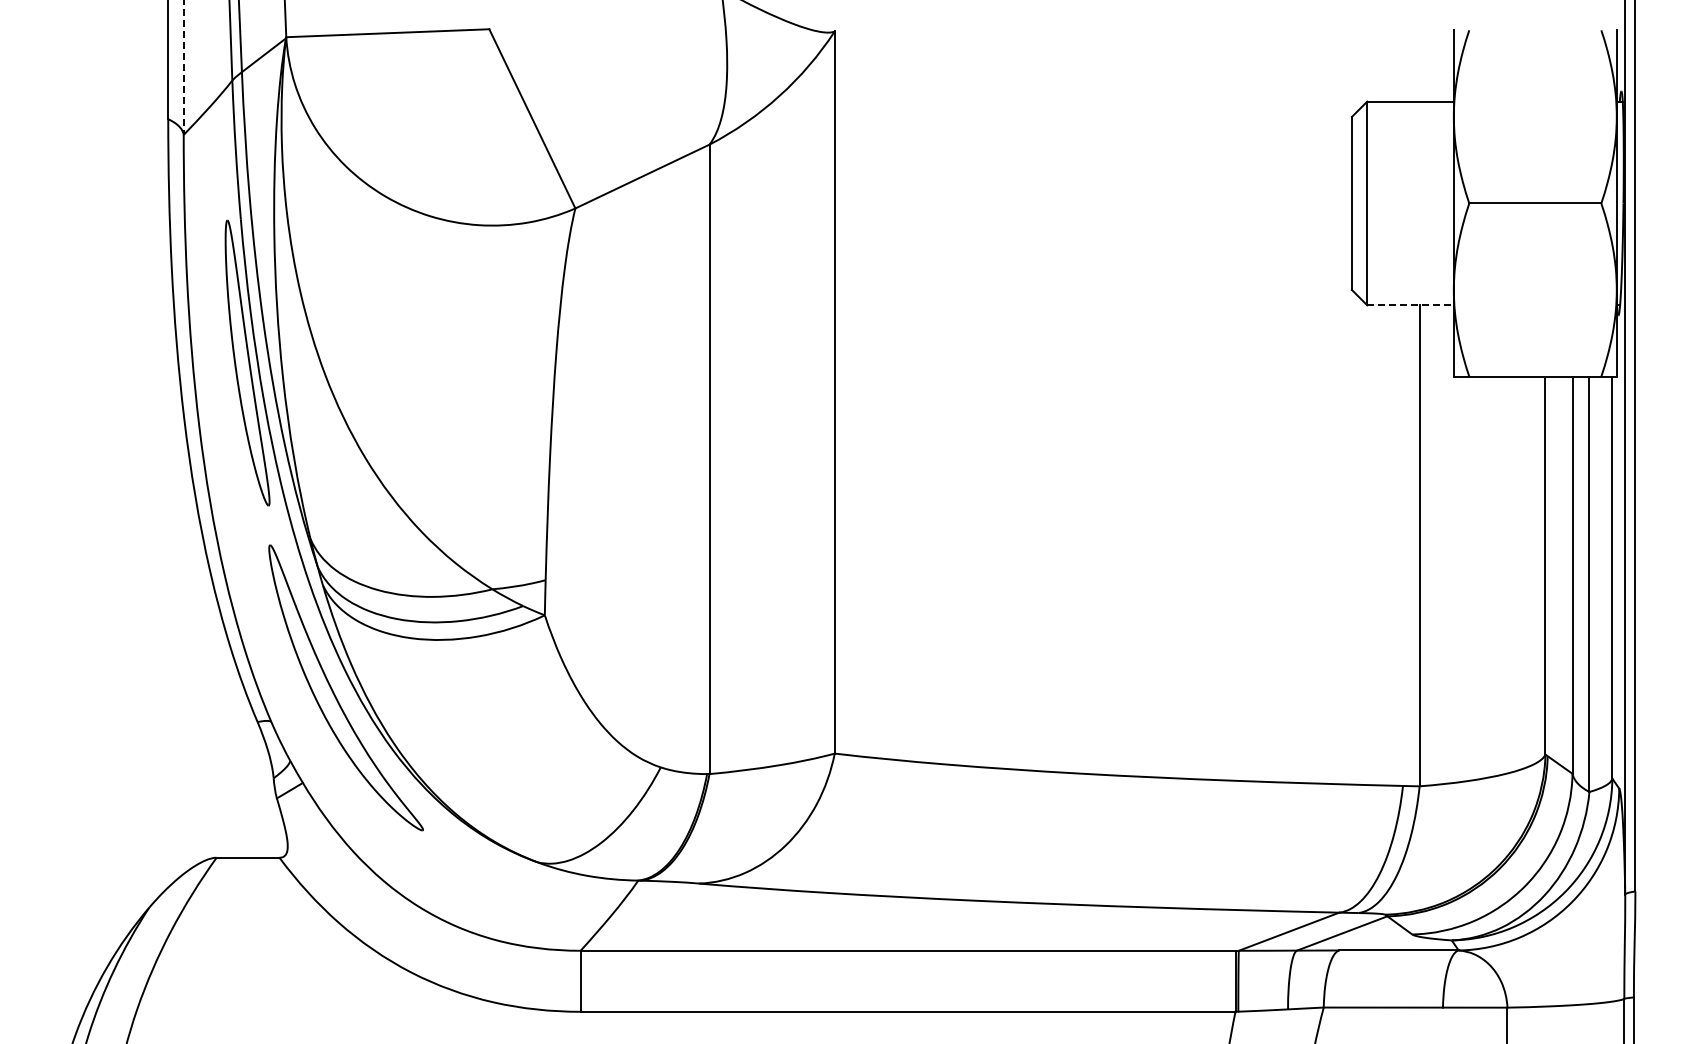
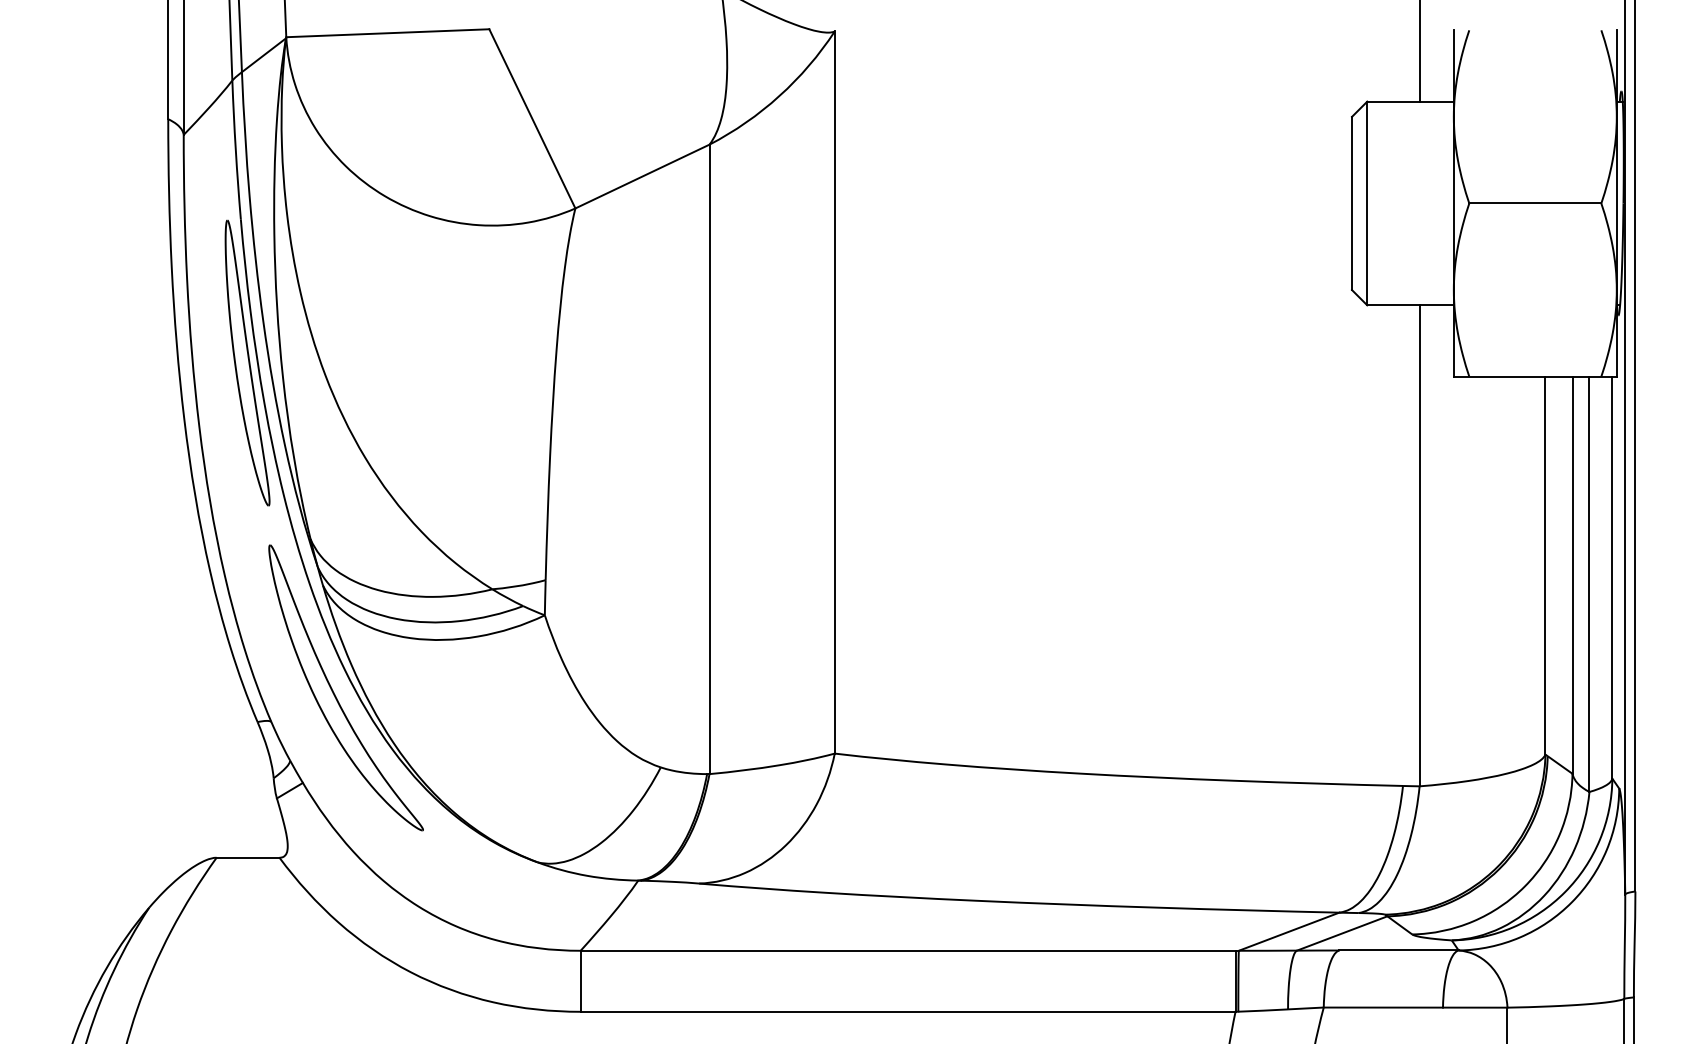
line at (1419, 51): none -> present
line at (183, 67): dashed -> solid
line at (1411, 305): dashed -> solid
